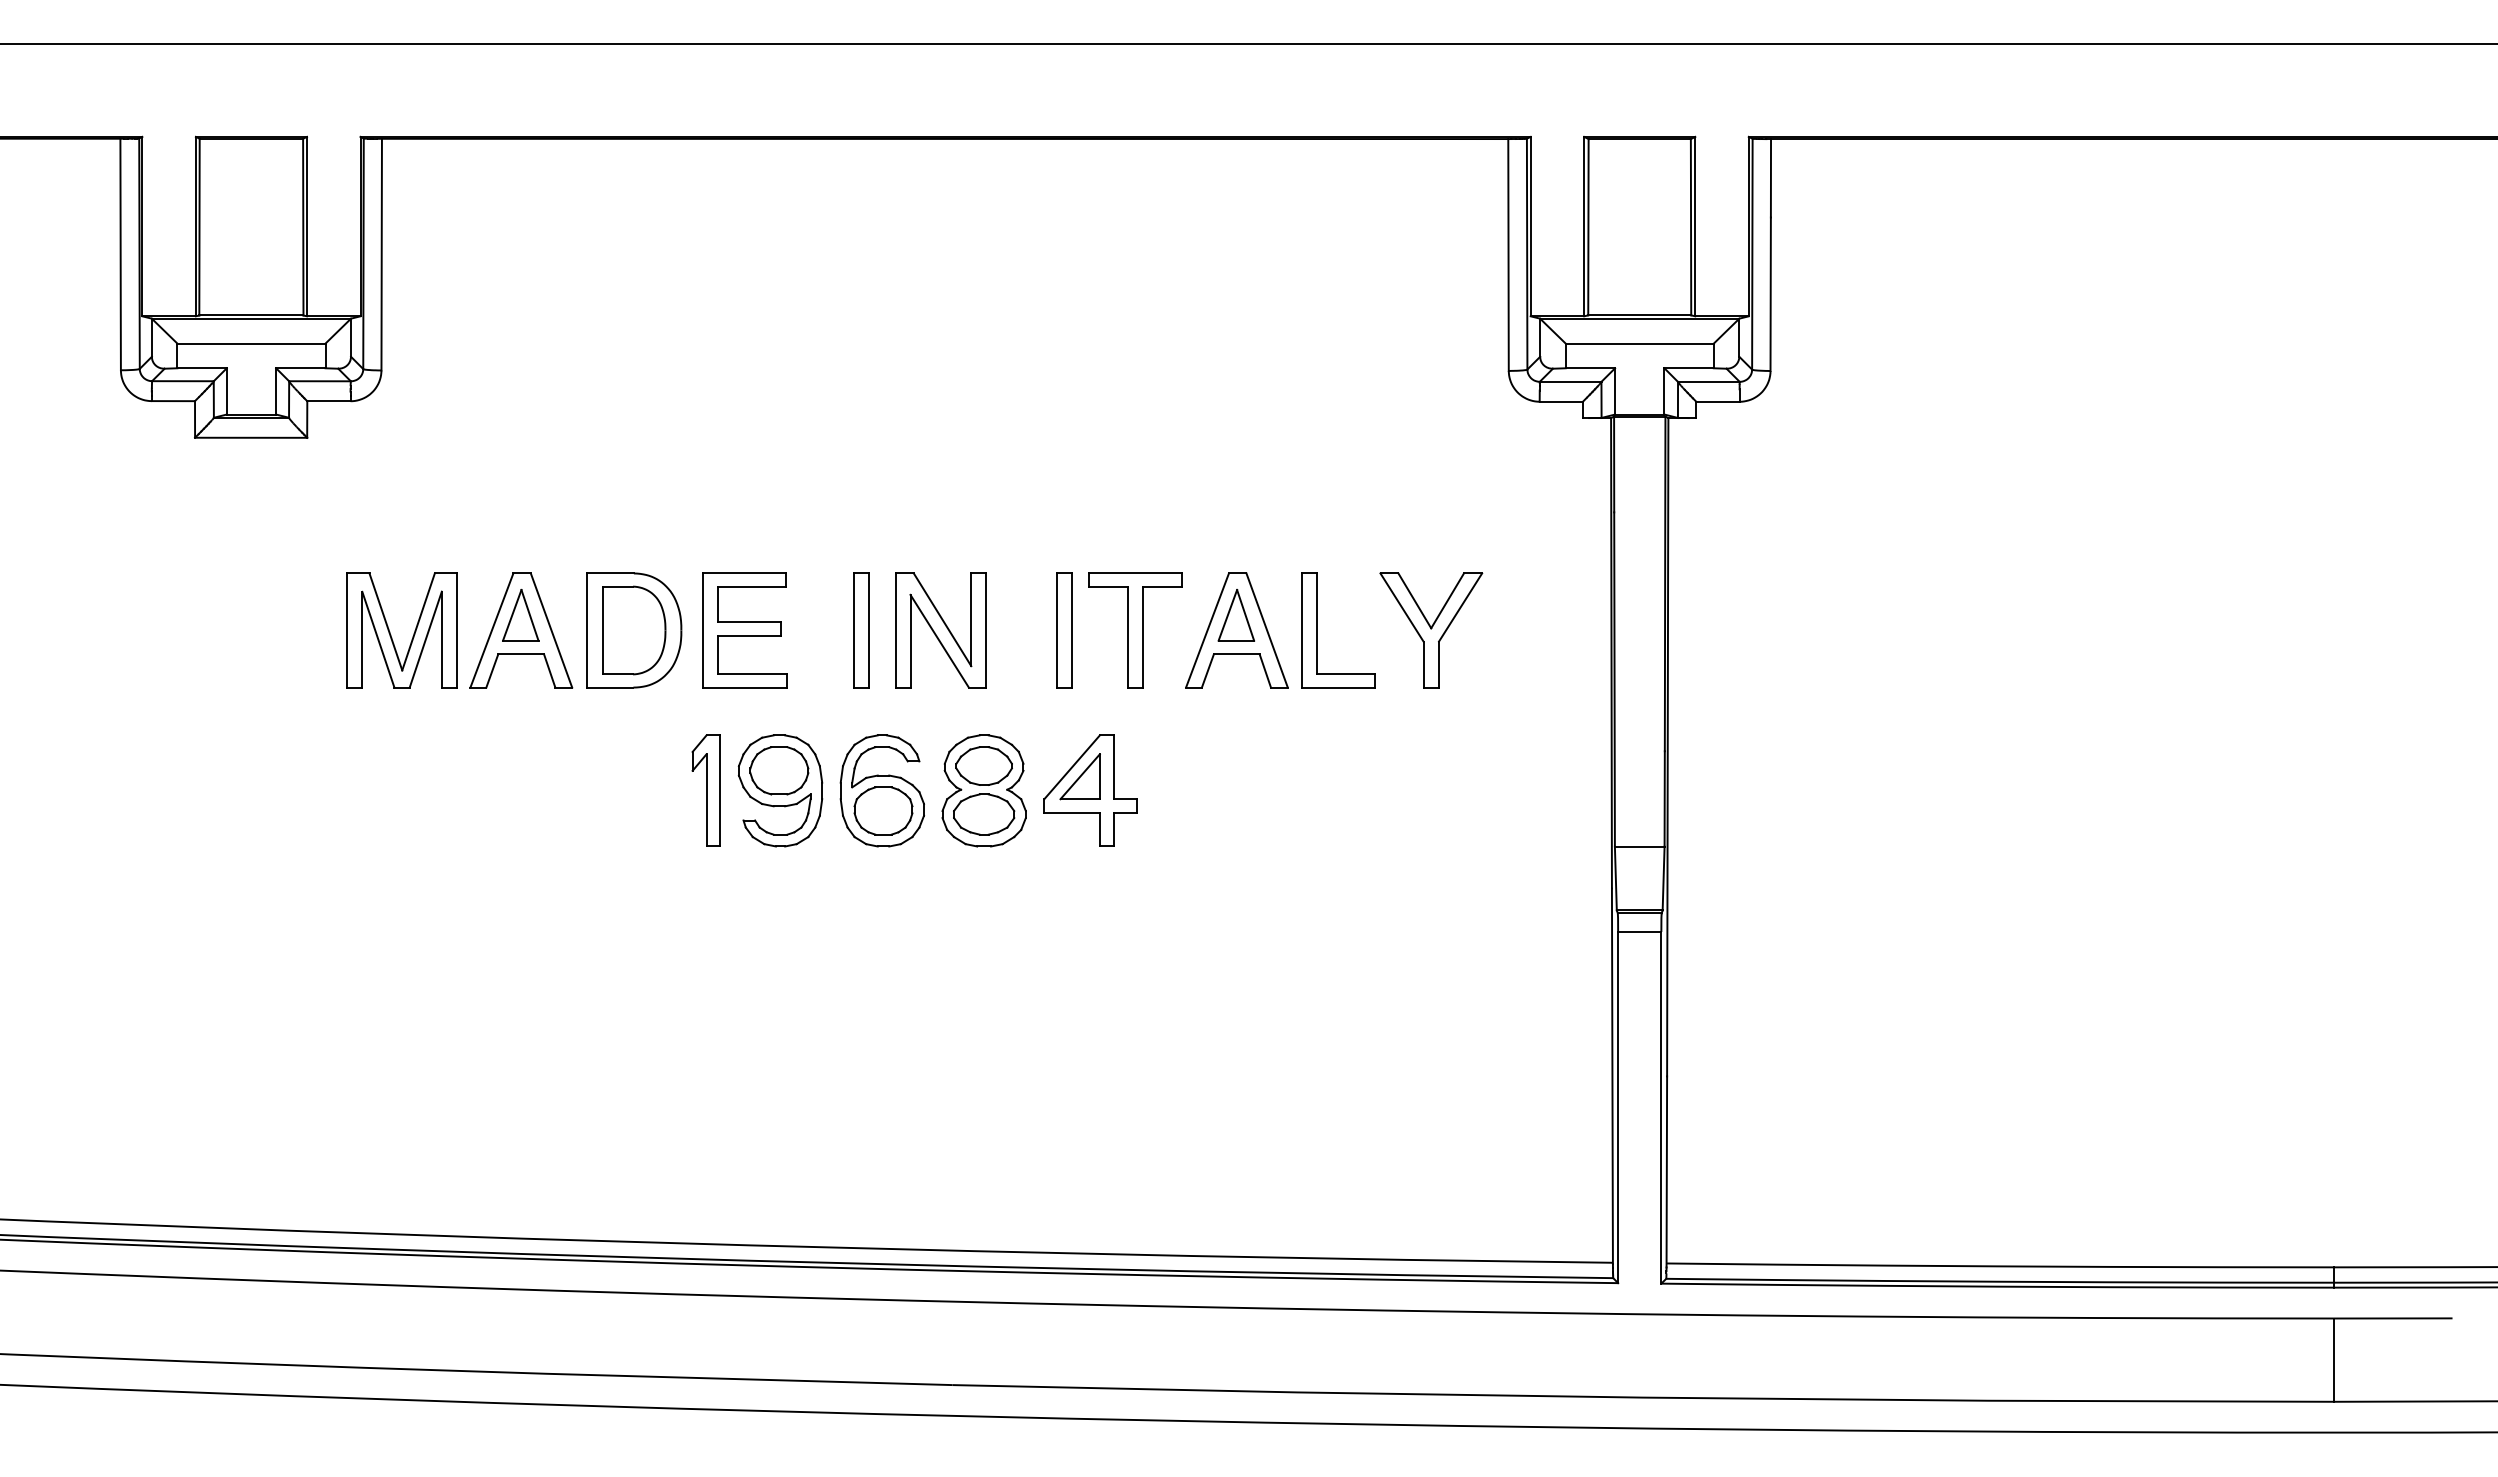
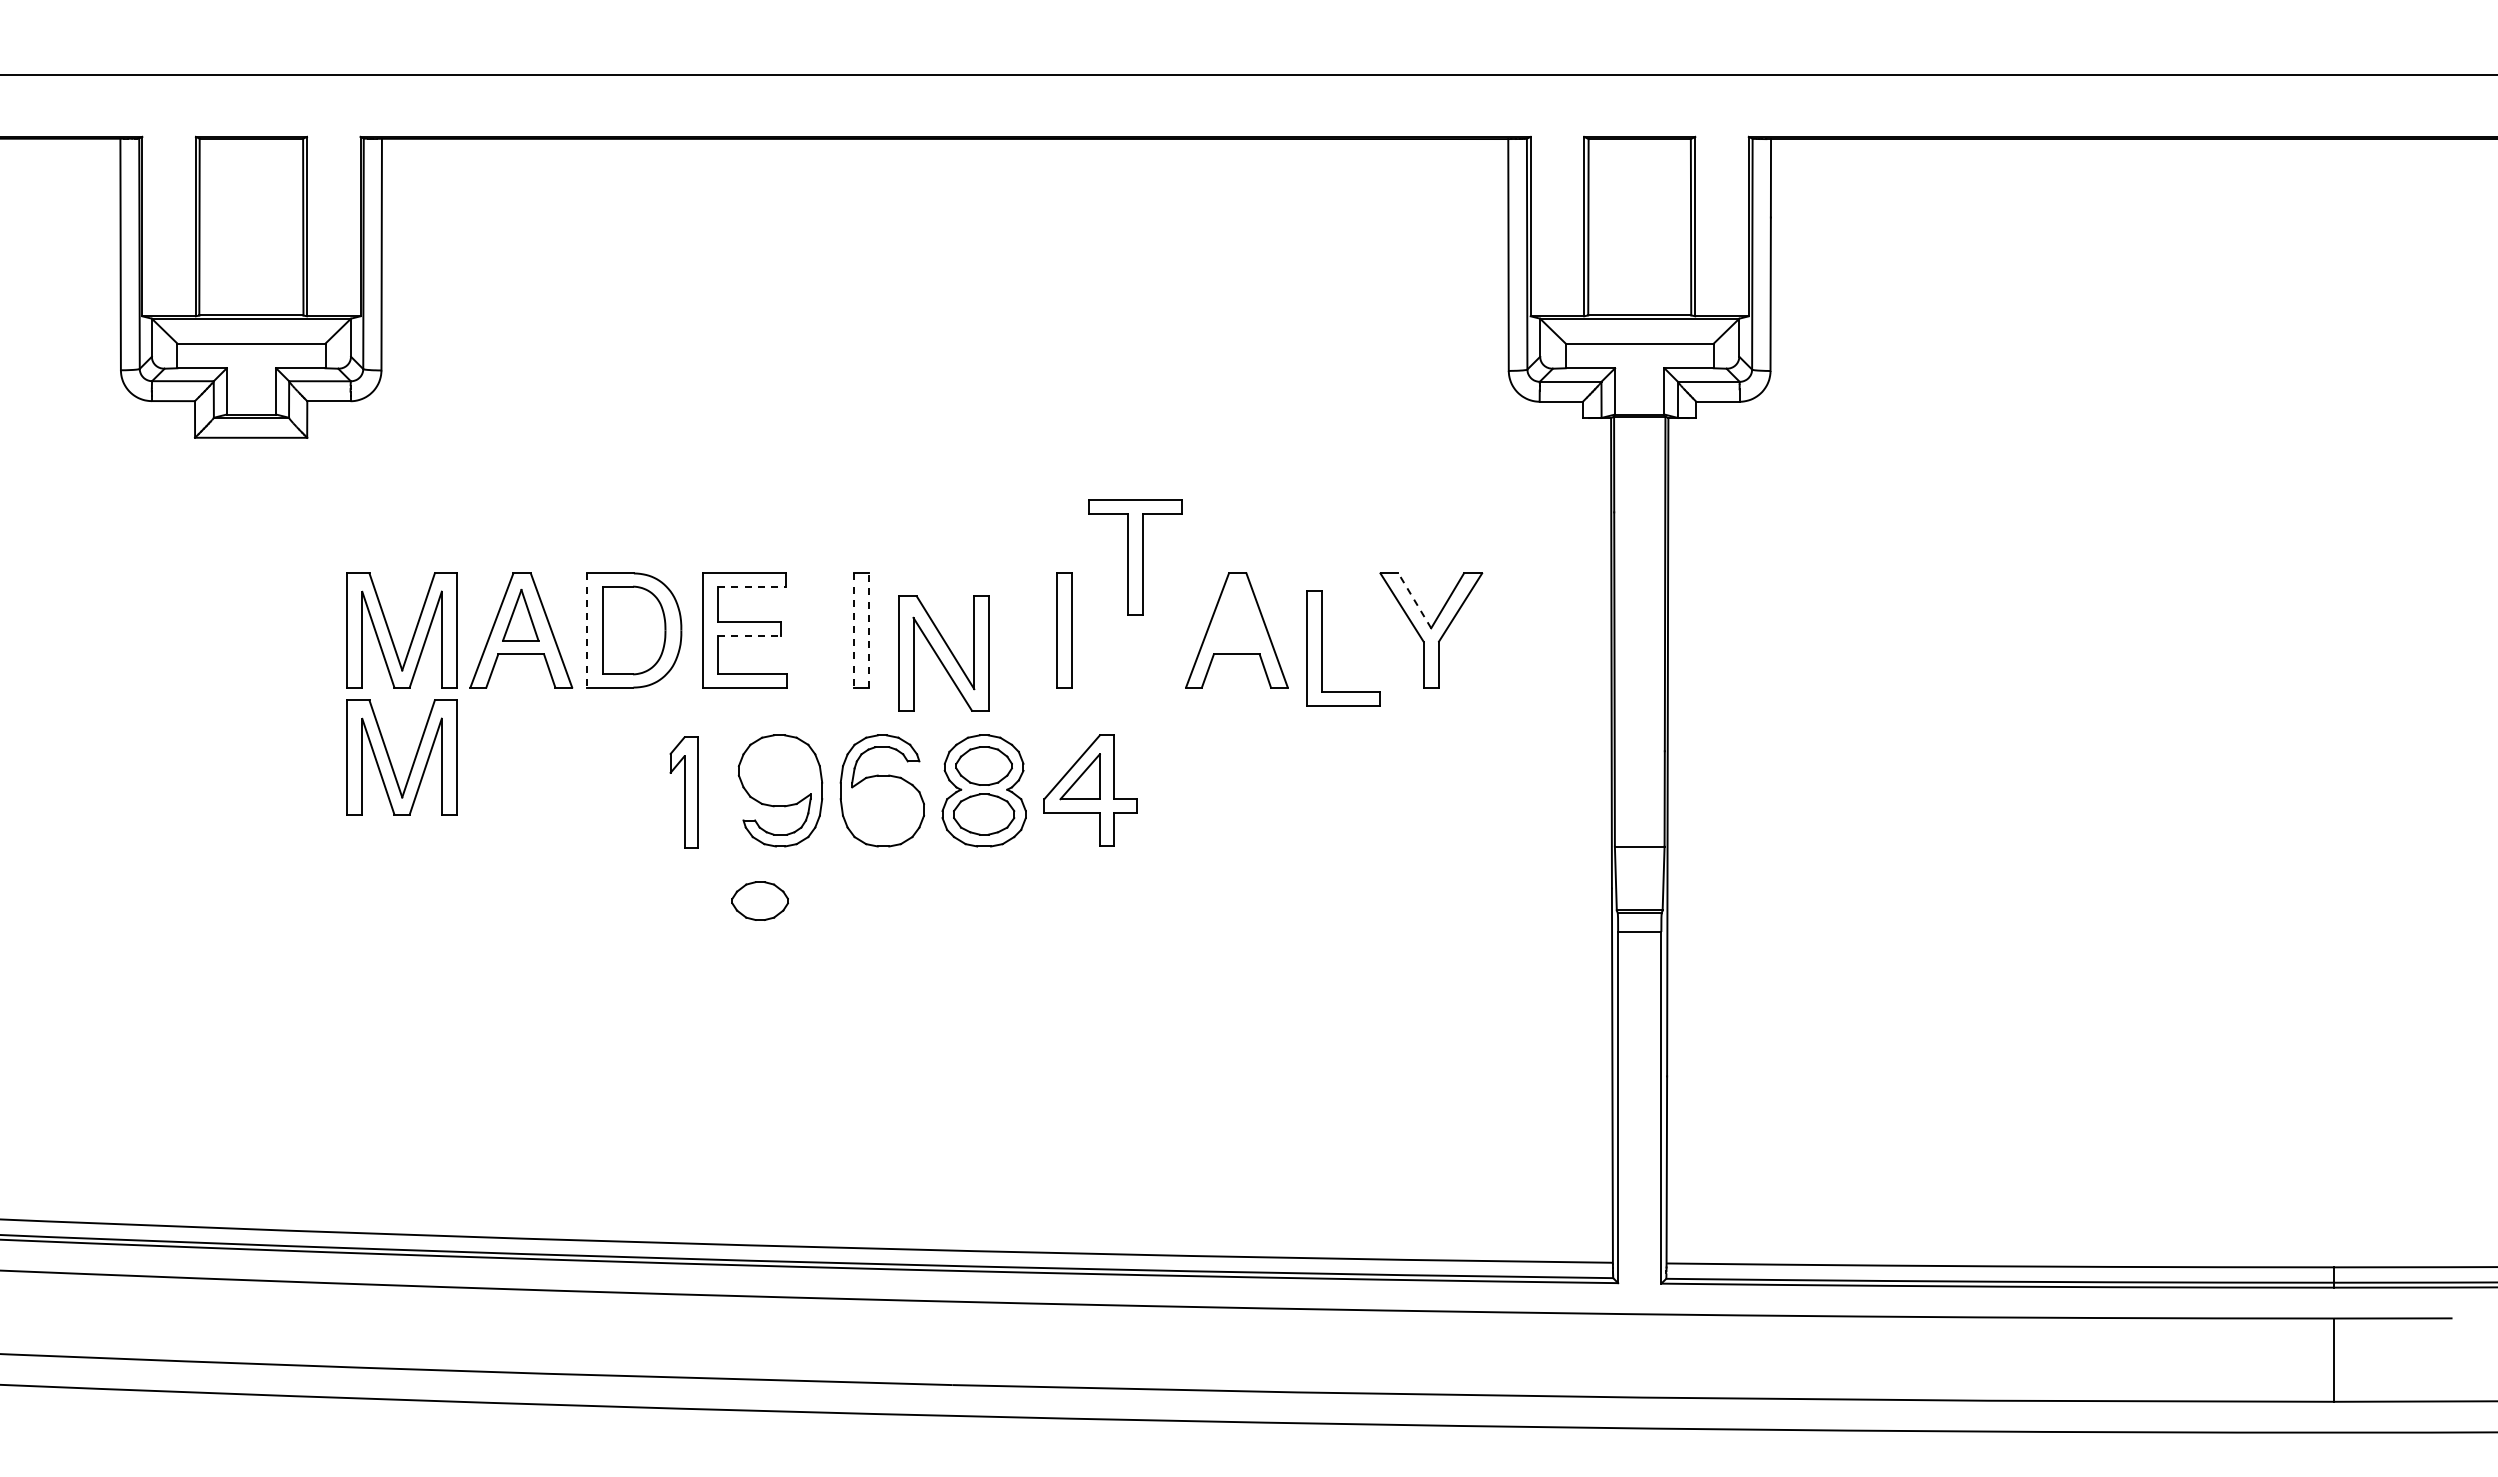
line at (1248, 44) position: (1248, 44) -> (1248, 75)
line at (752, 587): solid -> dashed
line at (1414, 600): solid -> dashed
part at (1235, 615): present -> none
line at (869, 630): solid -> dashed
part at (940, 630) position: (940, 630) -> (943, 653)
part at (1135, 630) position: (1135, 630) -> (1135, 557)
part at (1317, 630) position: (1317, 630) -> (1322, 648)
line at (587, 631): solid -> dashed
line at (853, 631): solid -> dashed
line at (749, 635): solid -> dashed
part at (391, 761): none -> present
part at (779, 770): present -> none
part at (705, 790) position: (705, 790) -> (683, 792)
part at (883, 810): present -> none
part at (759, 900): none -> present
